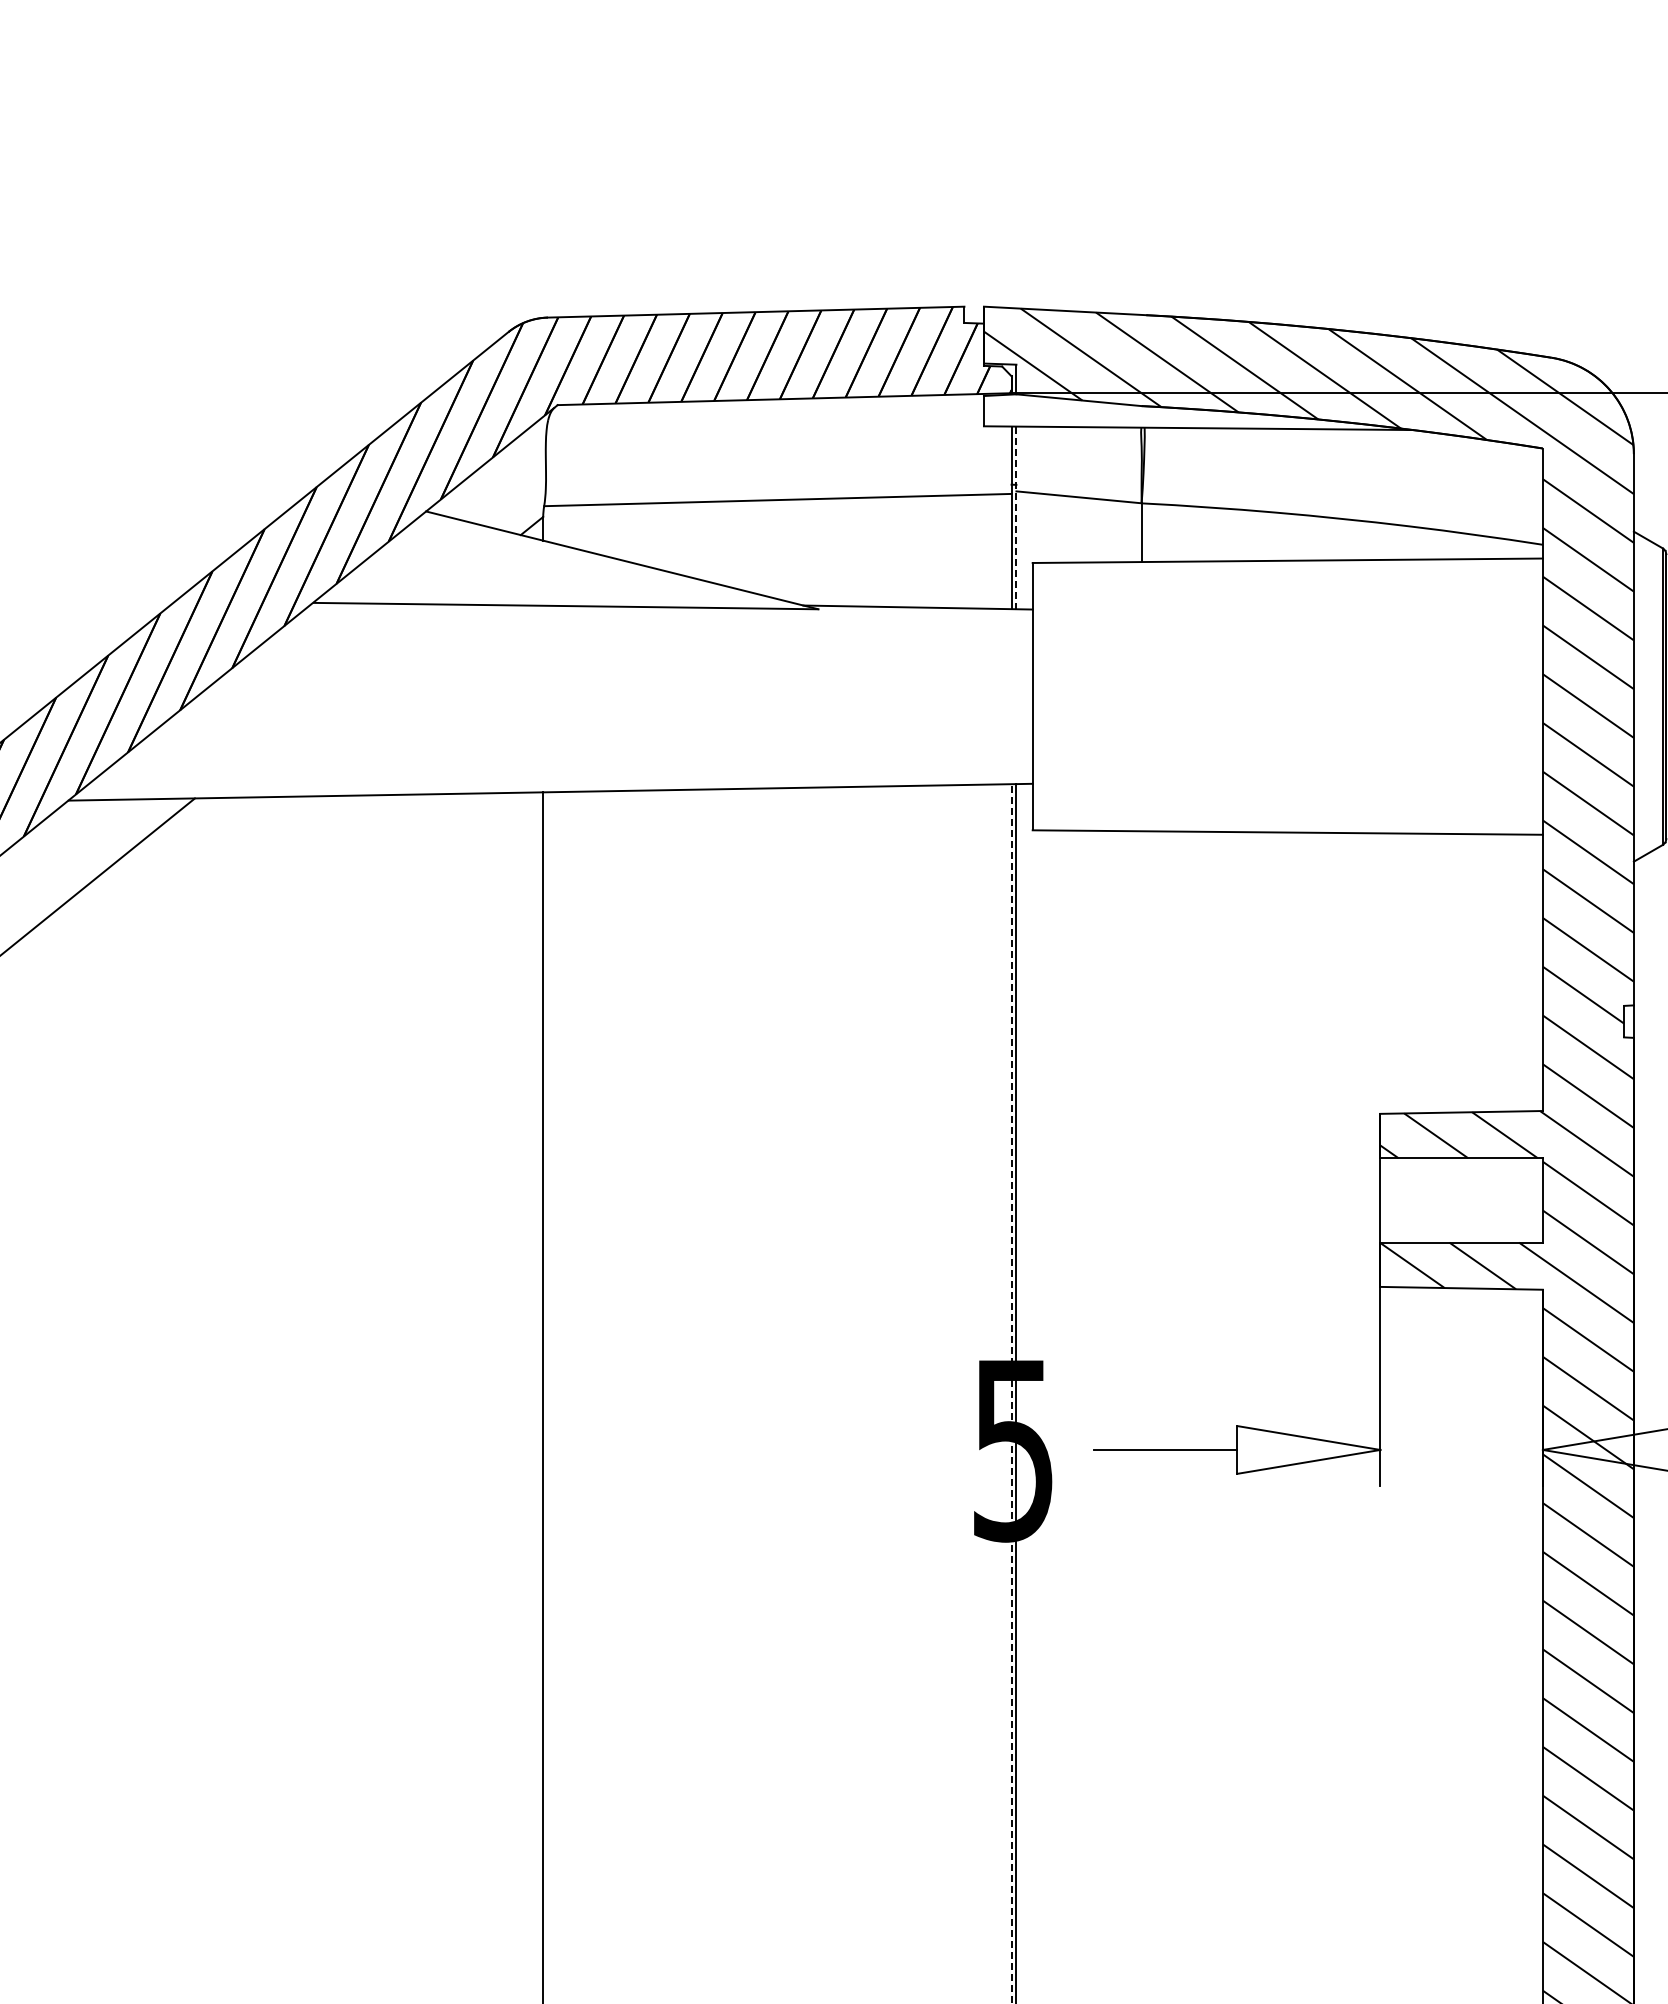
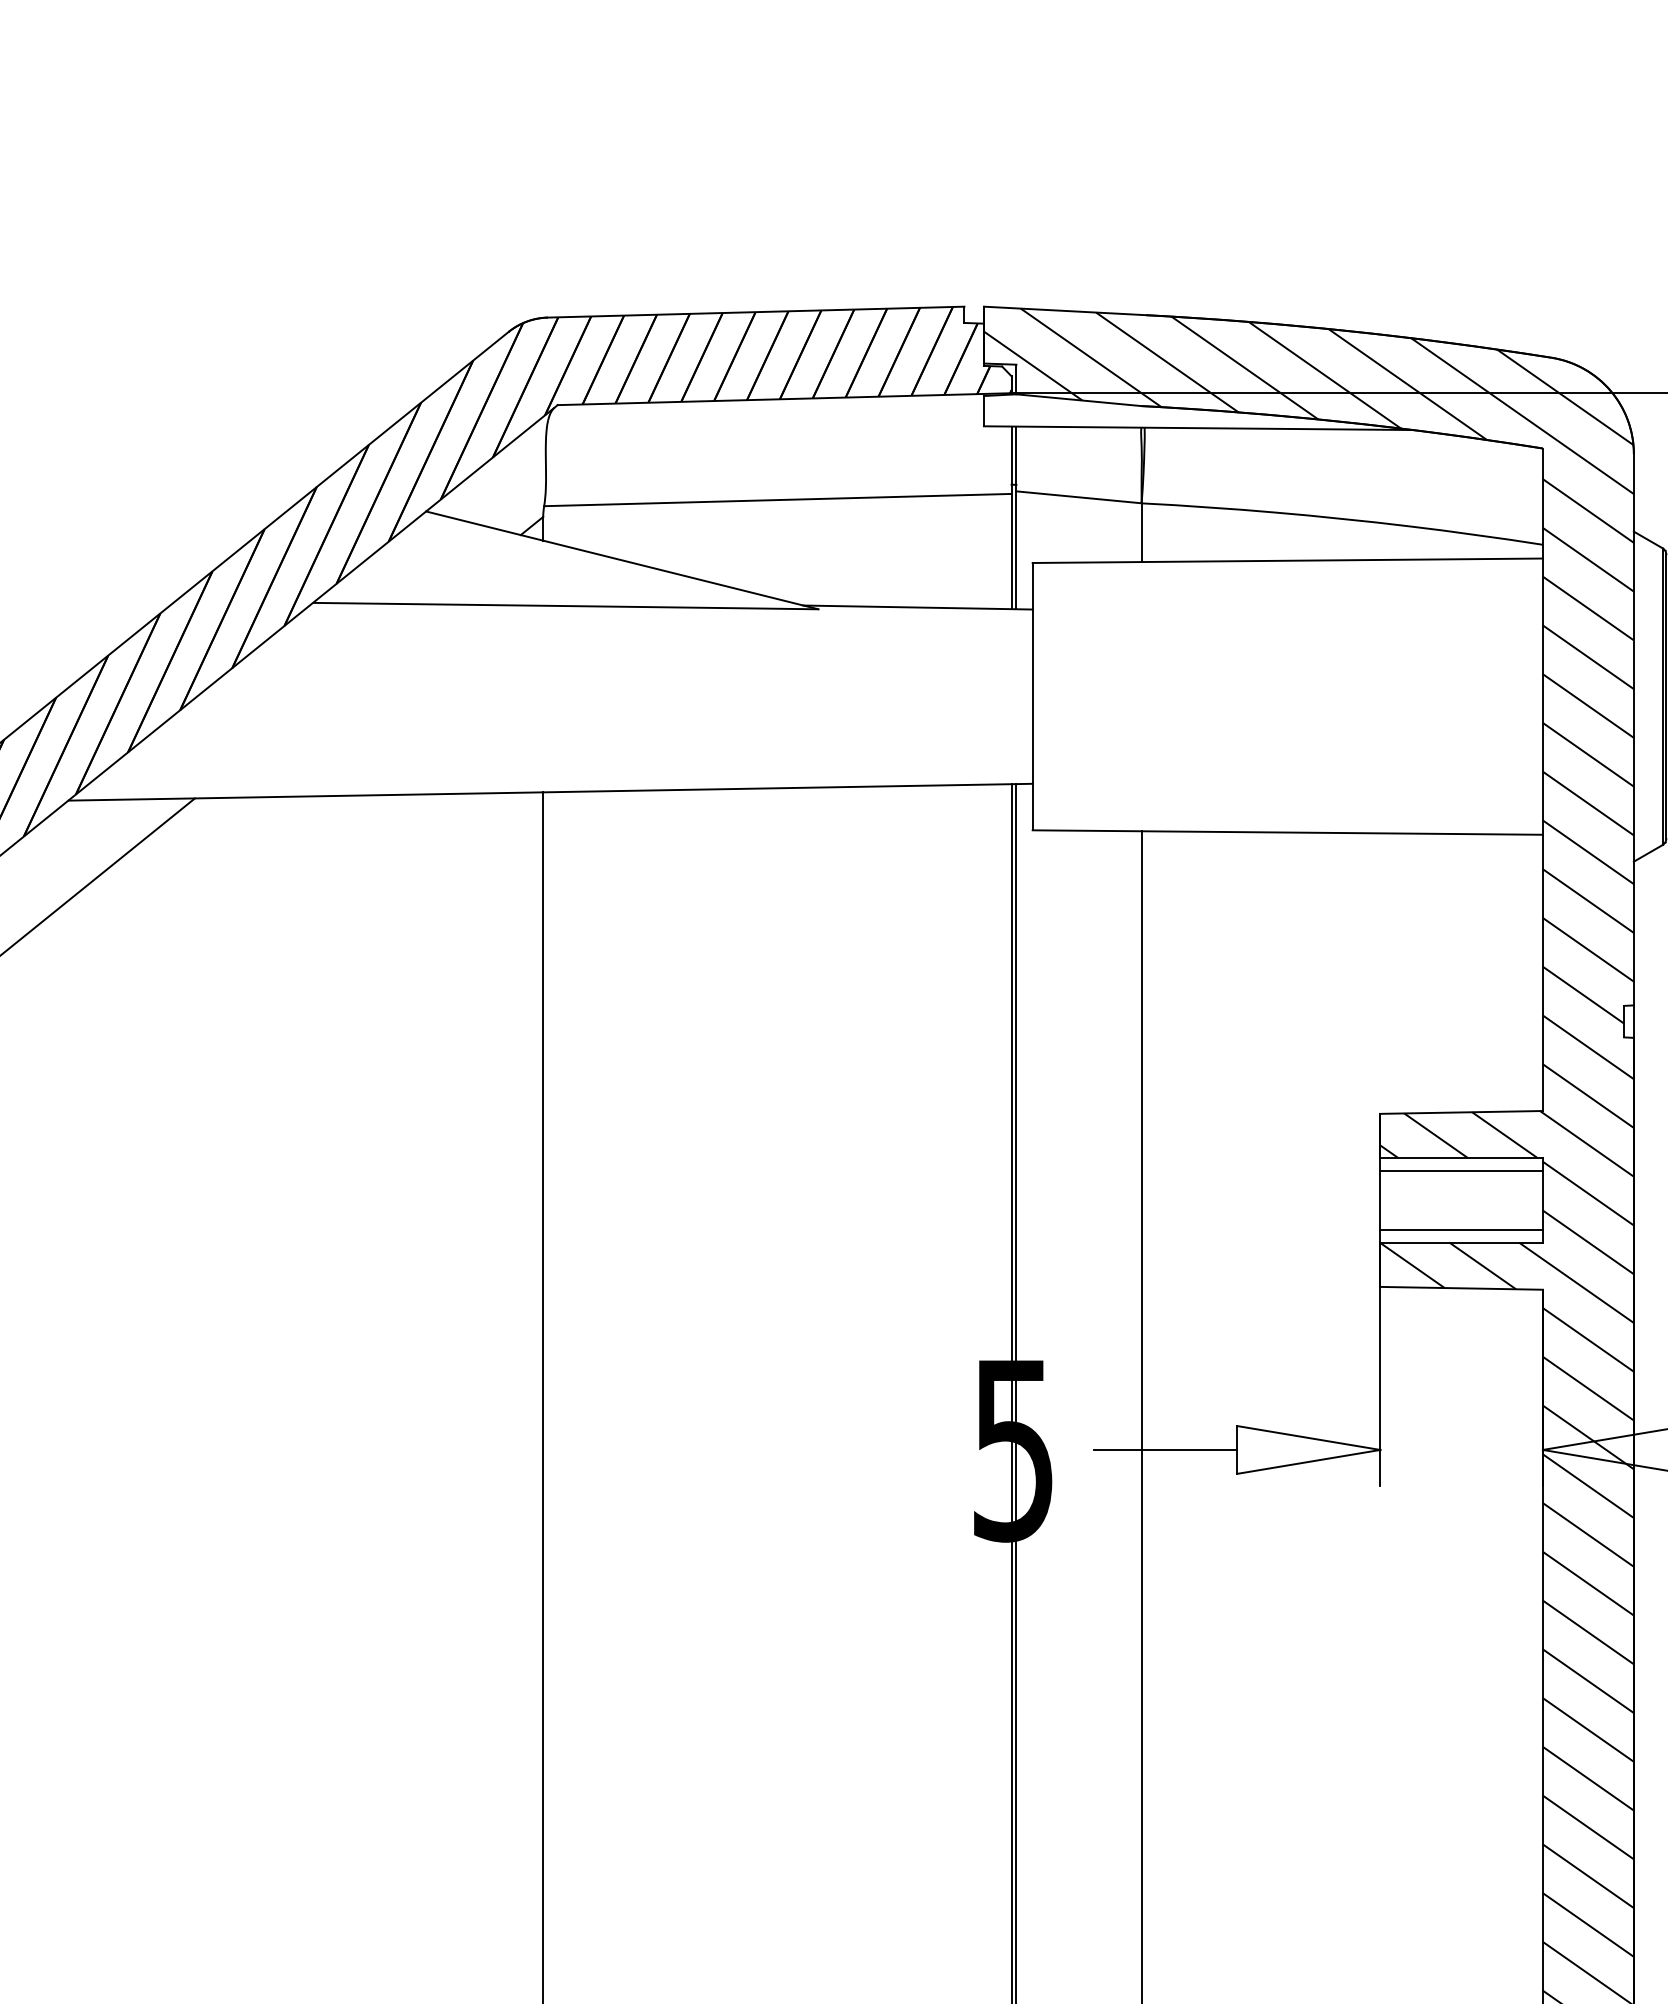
line at (1016, 518): dashed -> solid
line at (1461, 1171): none -> present
line at (1461, 1229): none -> present
line at (1011, 1393): dashed -> solid
line at (1141, 1415): none -> present
